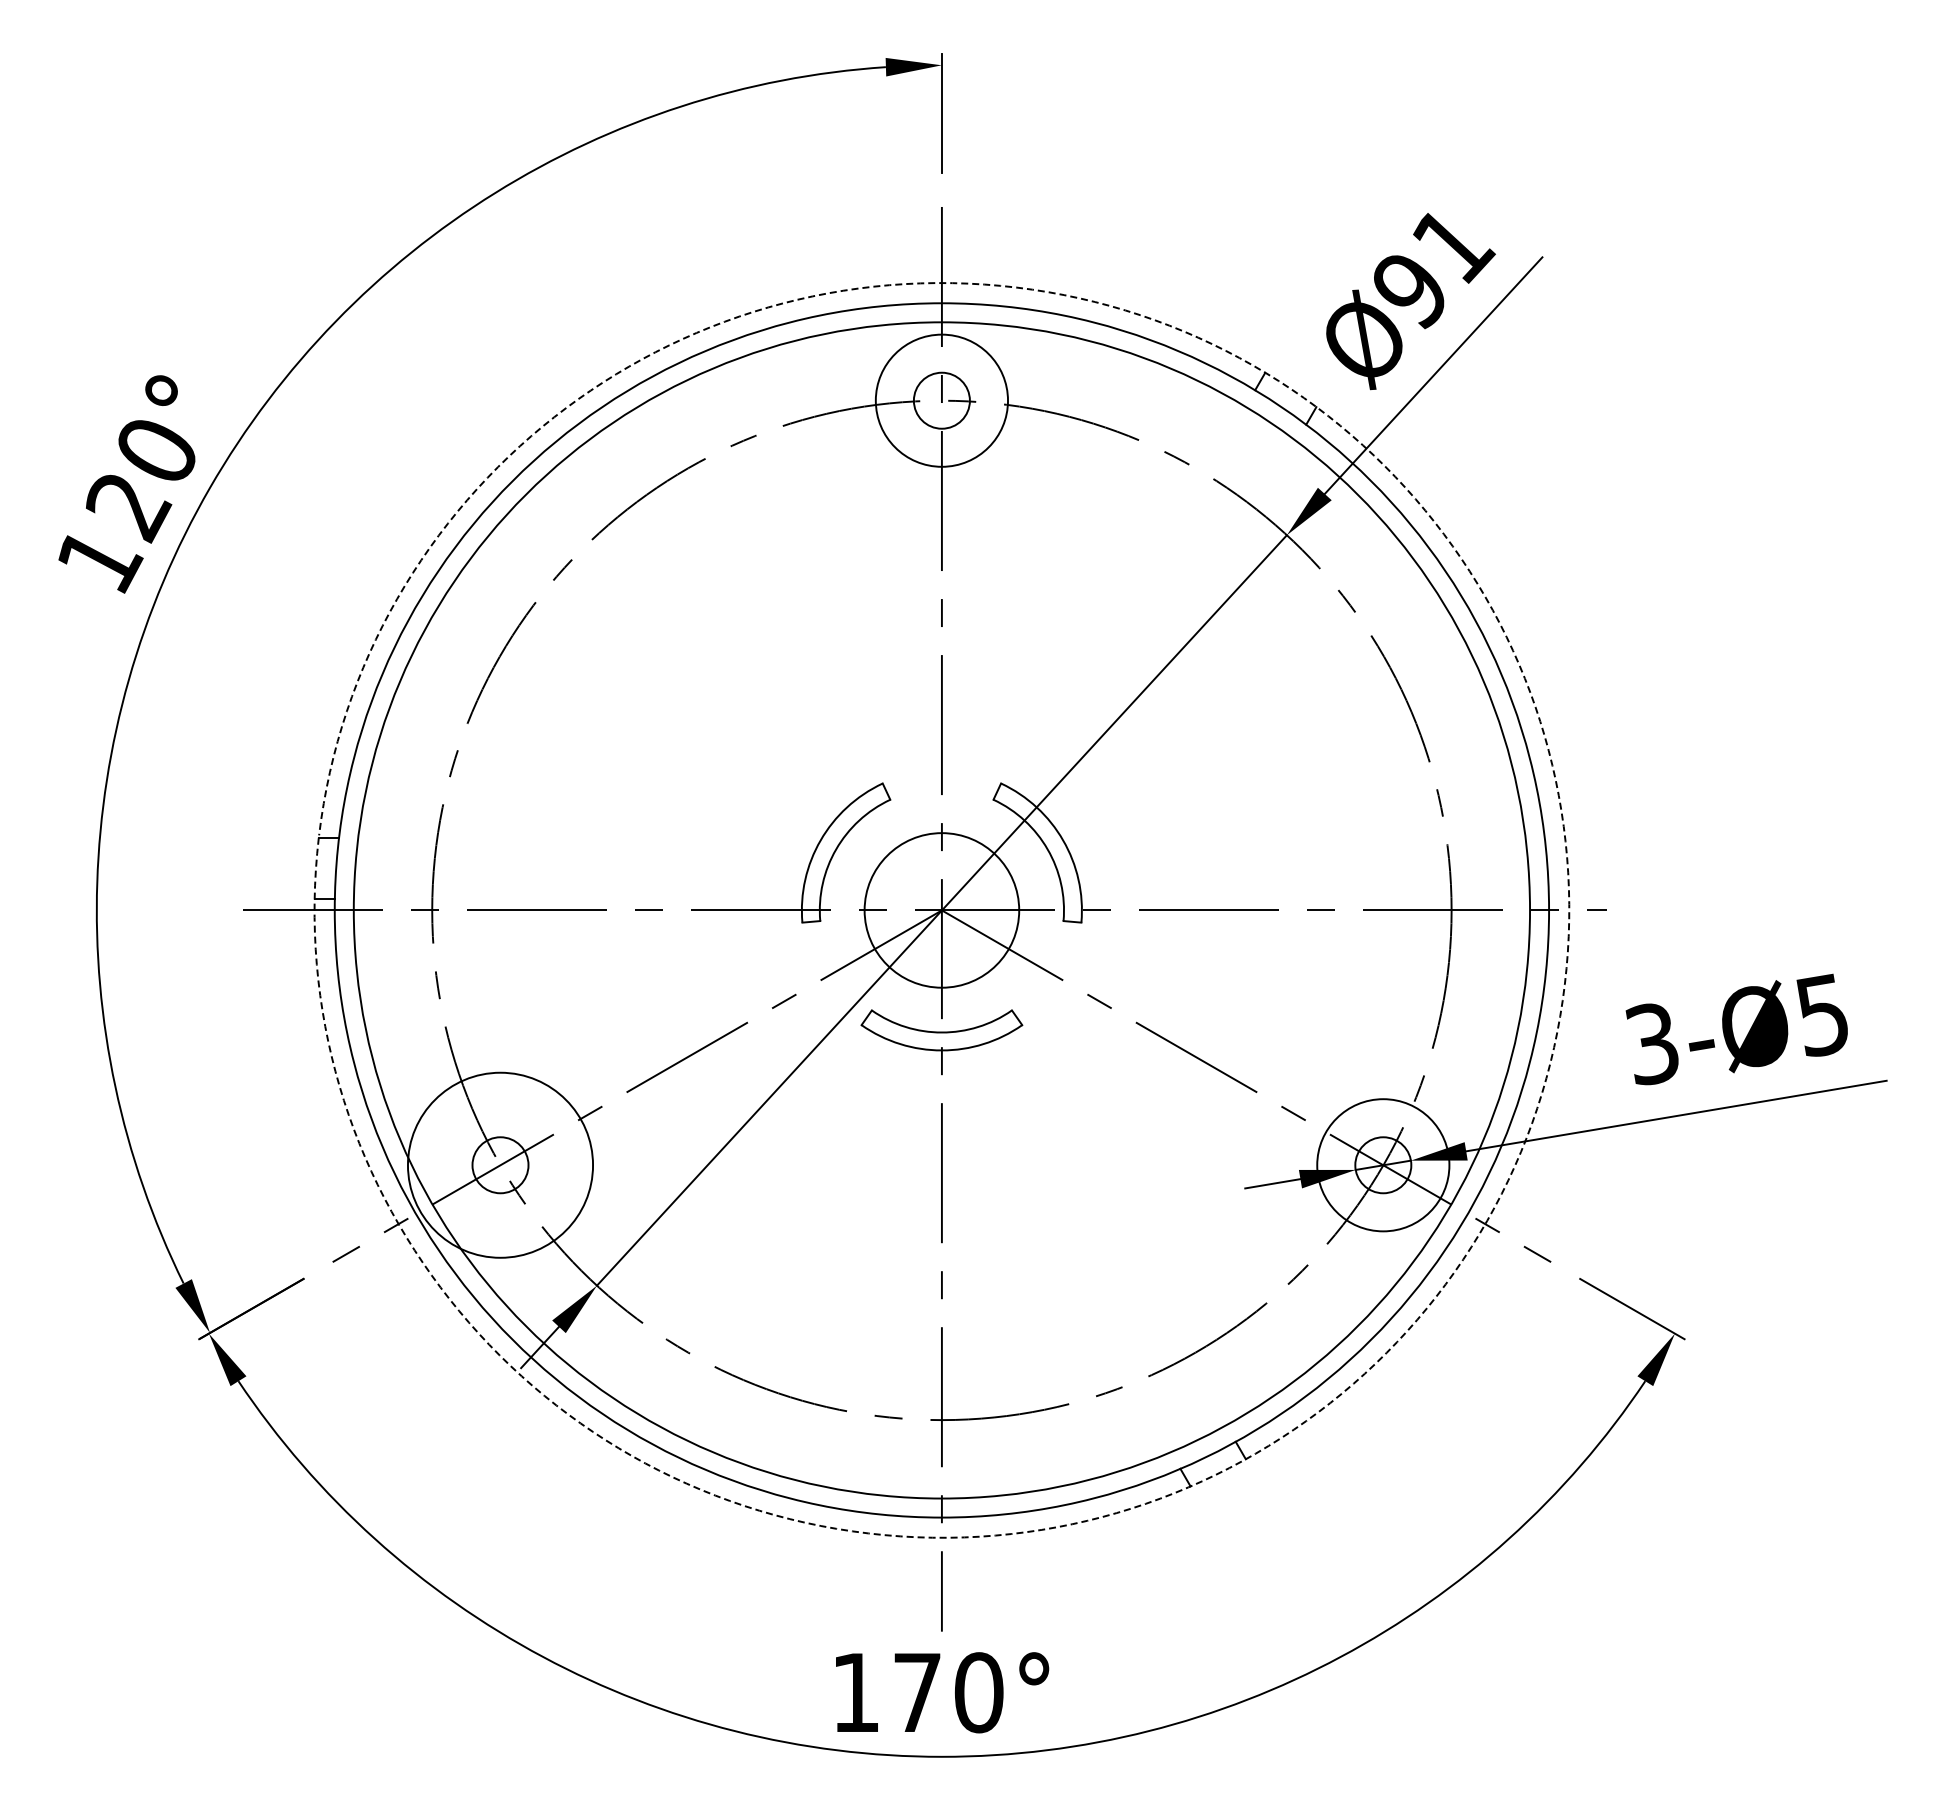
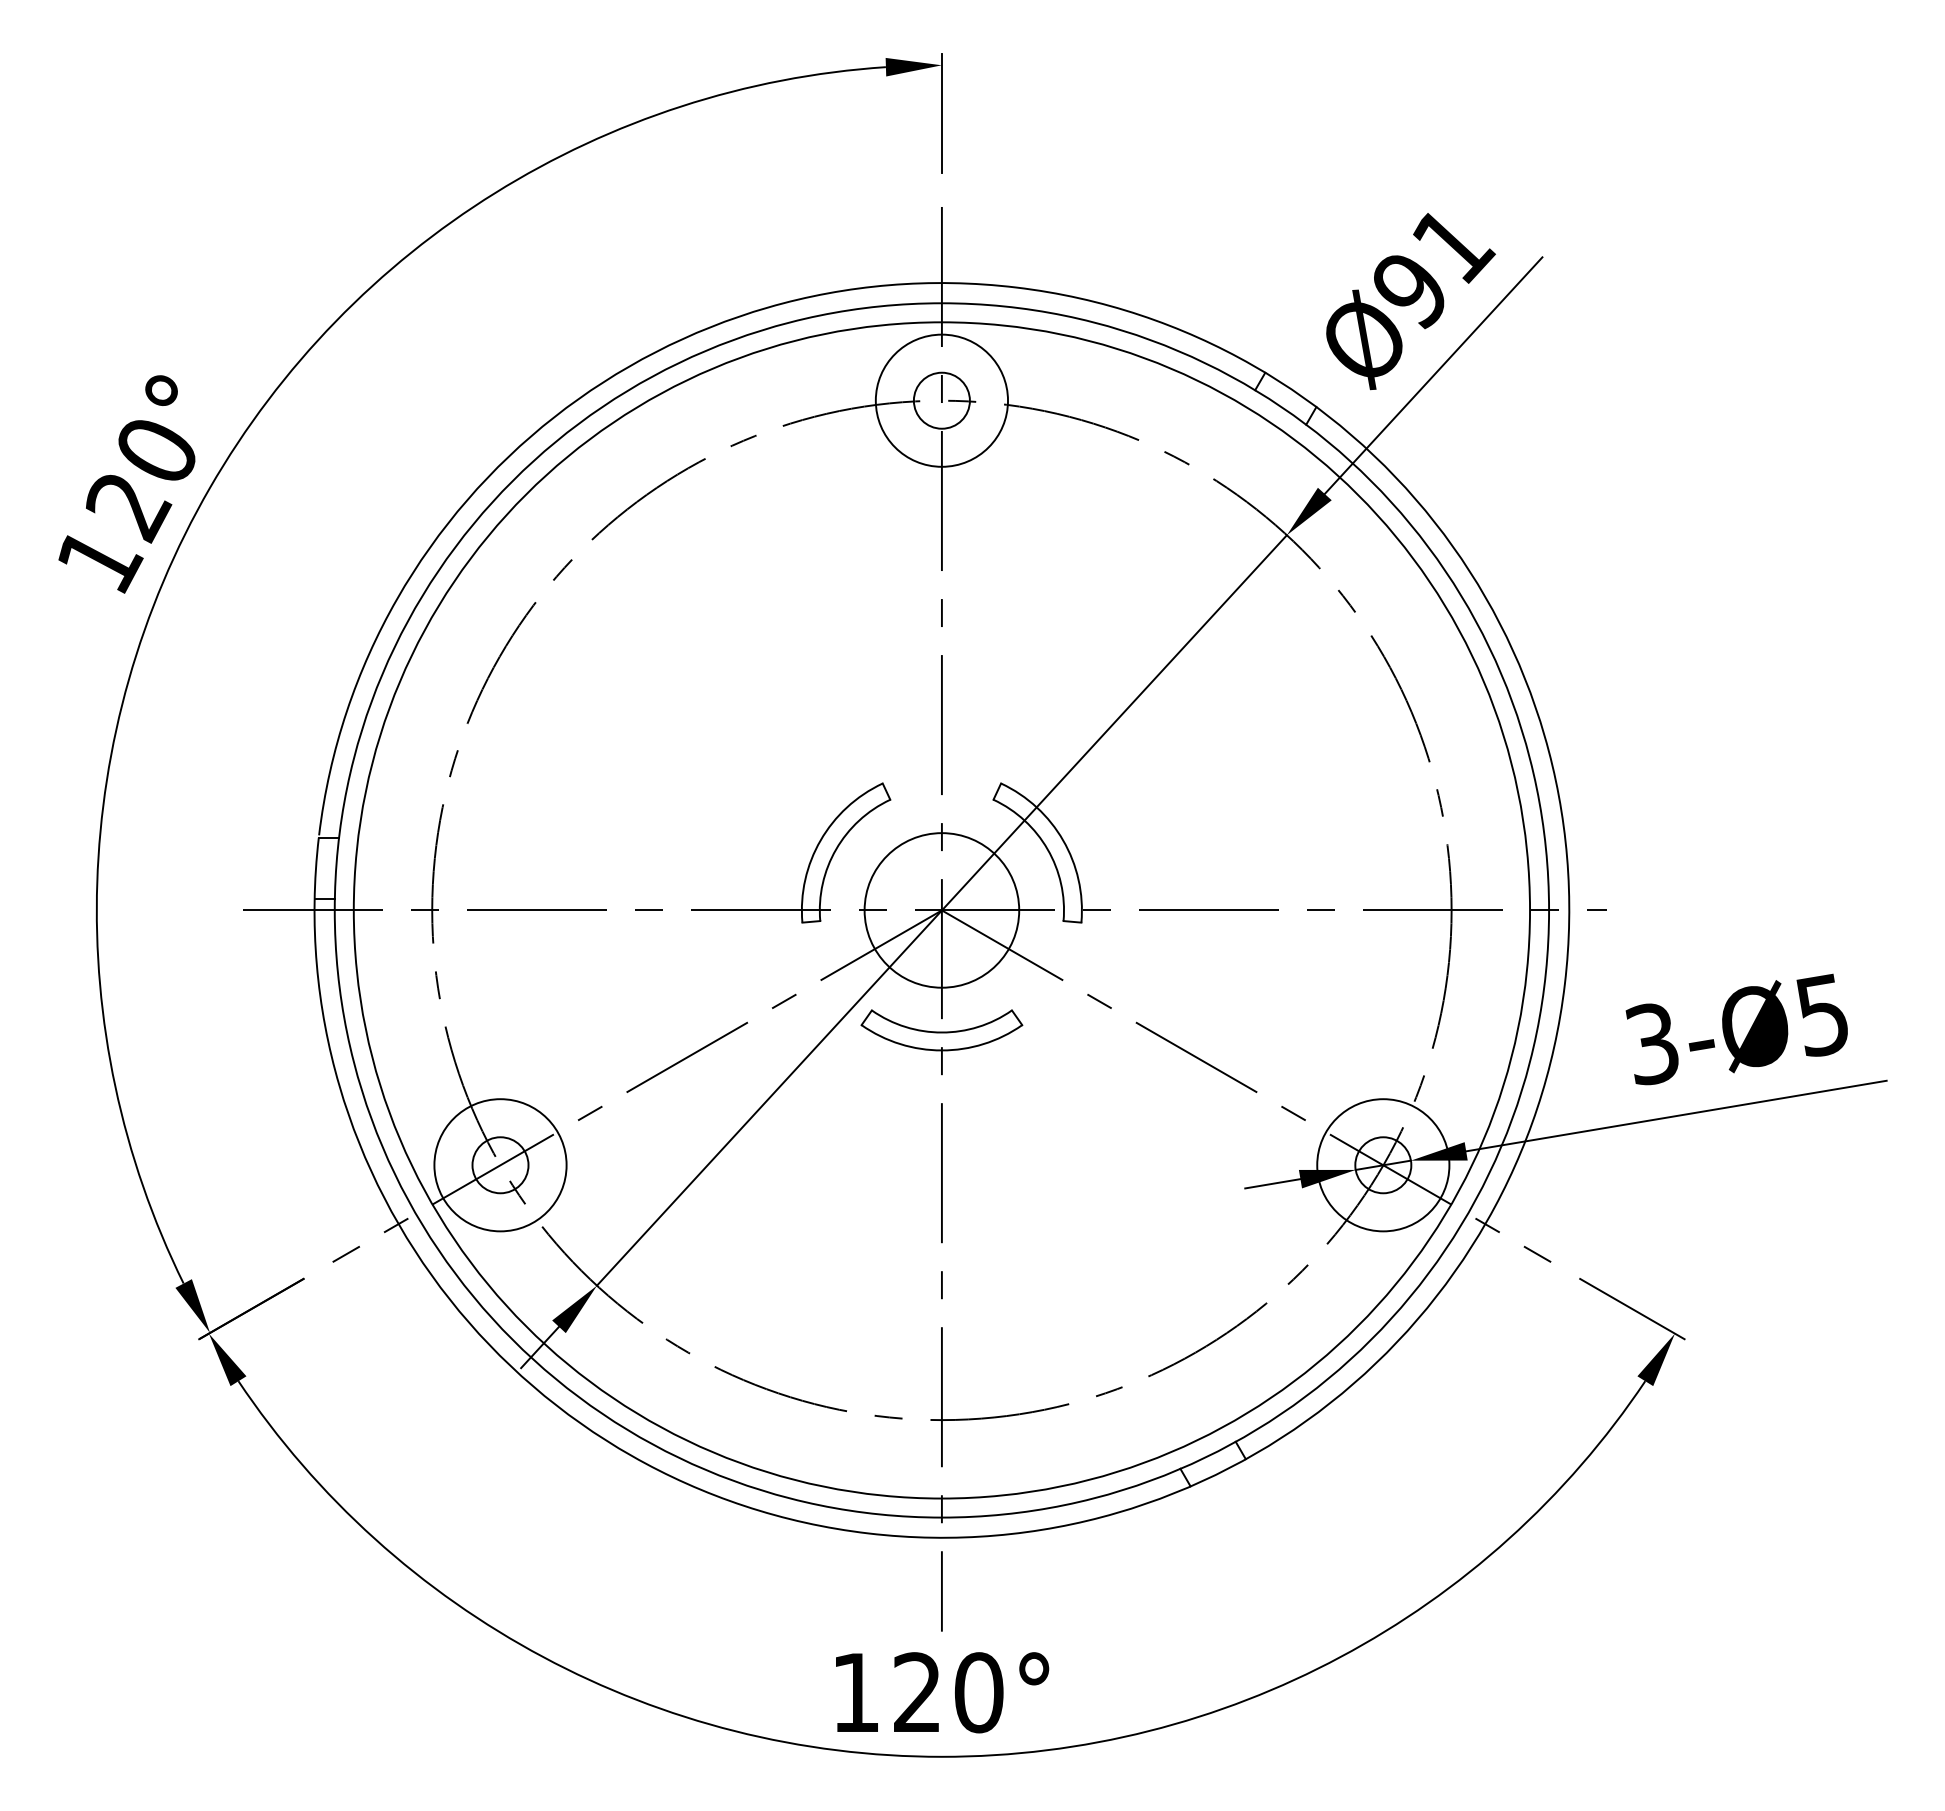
arc at (1564, 984): dashed -> solid
circle at (500, 1164) diameter: 185 px -> 132 px
text at (917, 1691): 170° -> 120°
